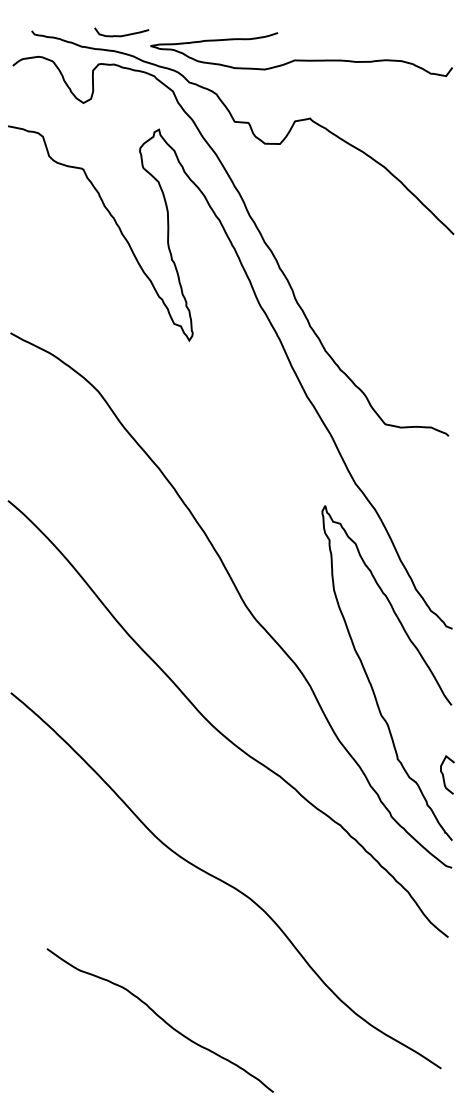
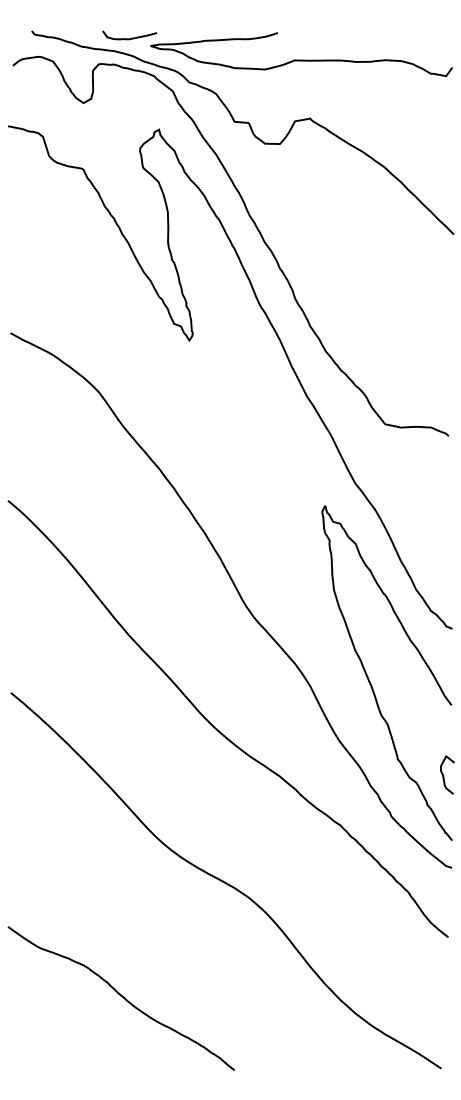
curve at (123, 34) position: (123, 34) -> (131, 37)
curve at (159, 1018) position: (159, 1018) -> (120, 996)
